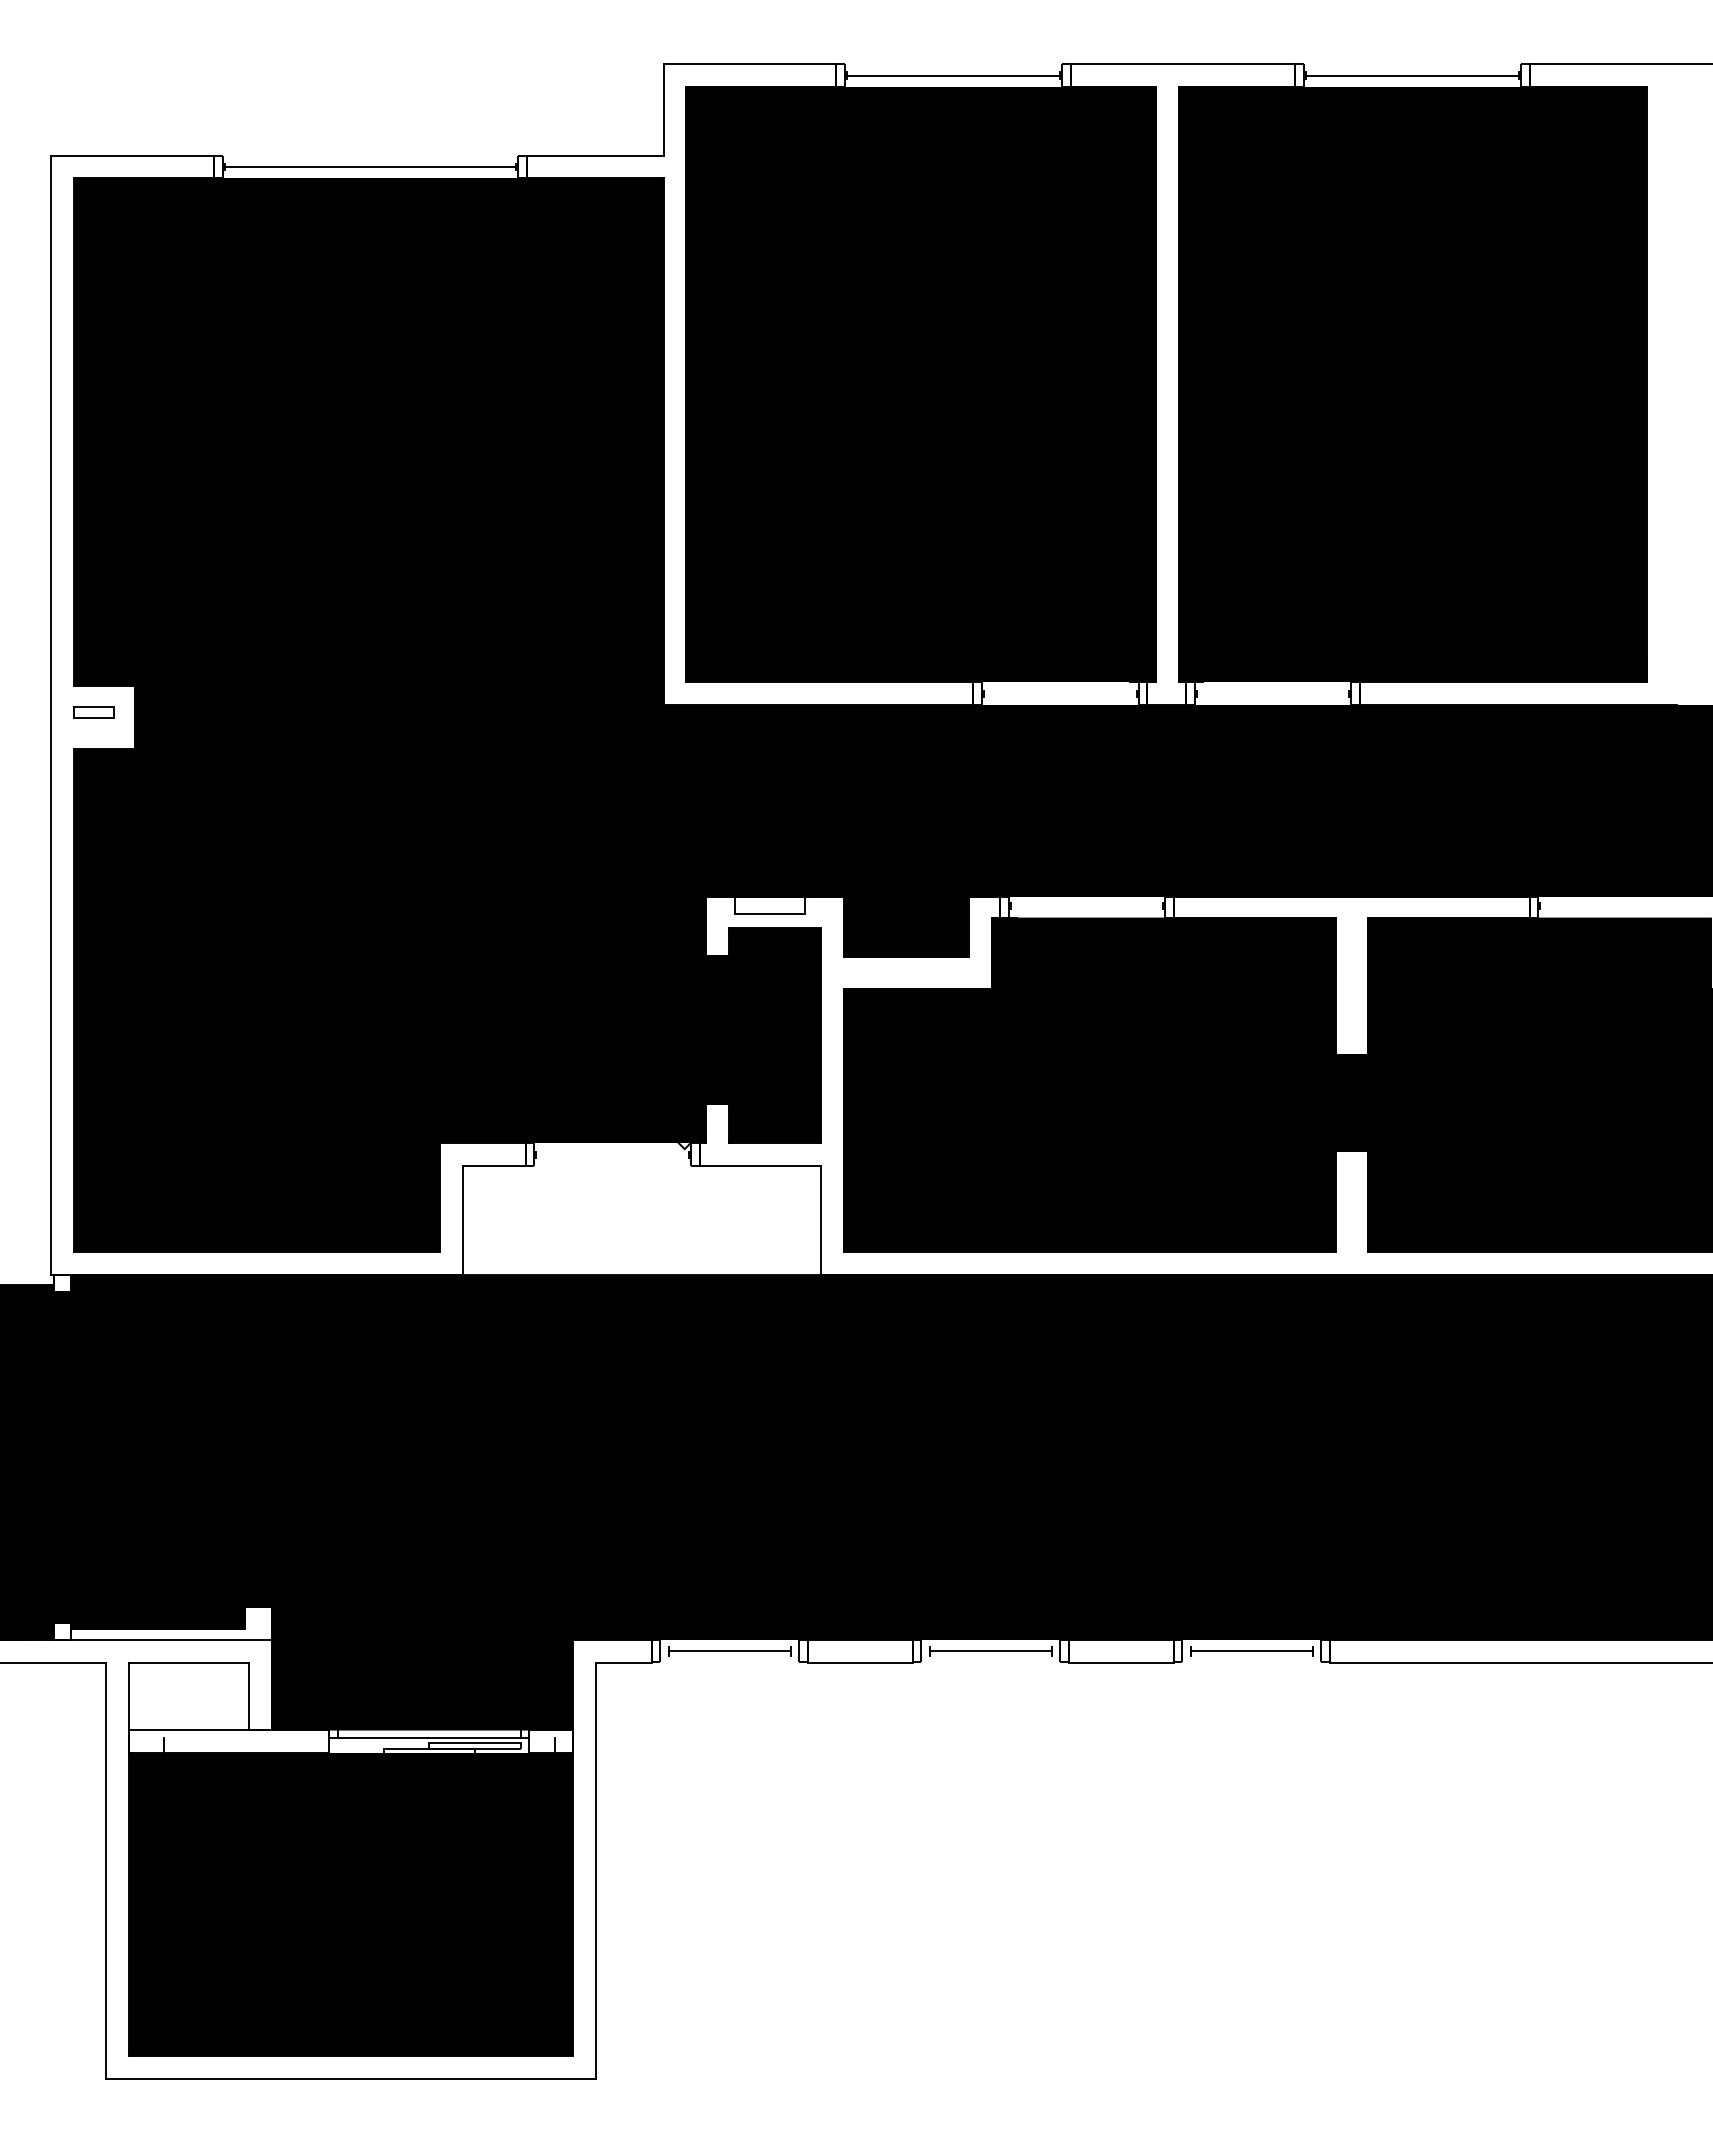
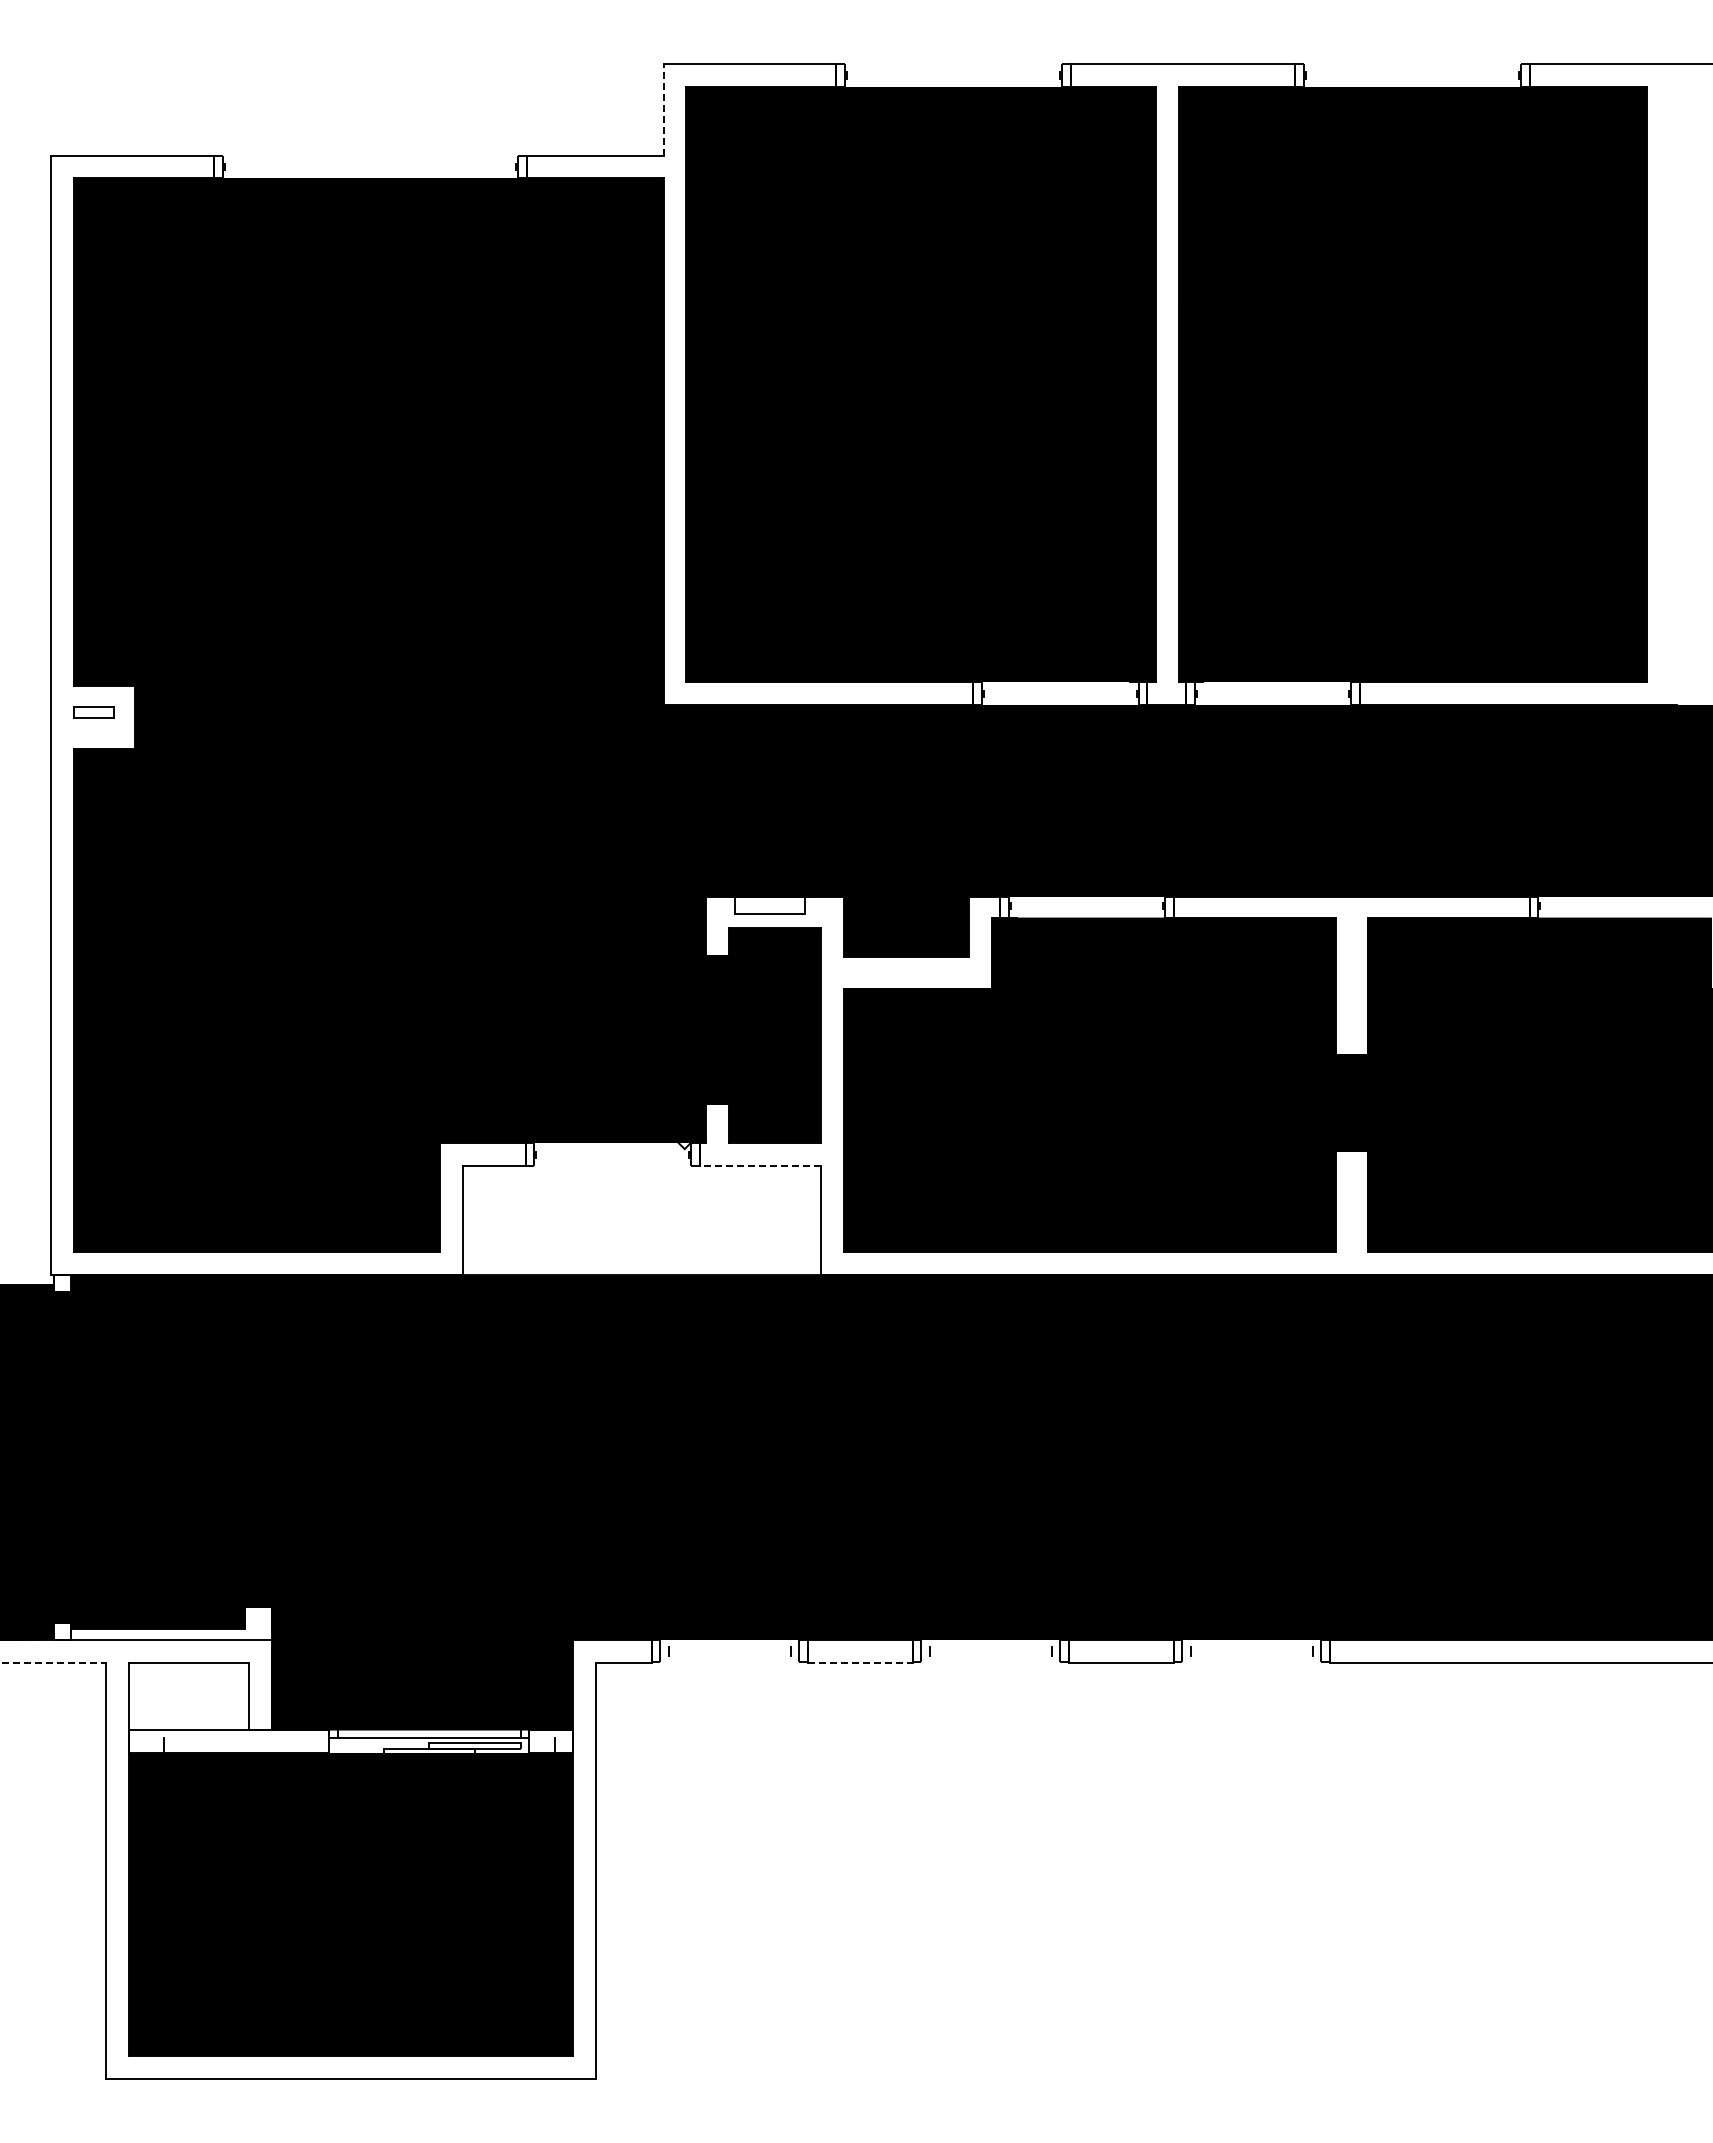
line at (953, 75): present -> none
line at (1411, 75): present -> none
line at (663, 109): solid -> dashed
line at (370, 167): present -> none
line at (760, 1165): solid -> dashed
line at (729, 1651): present -> none
line at (990, 1651): present -> none
line at (1251, 1651): present -> none
line at (53, 1662): solid -> dashed
line at (860, 1662): solid -> dashed
